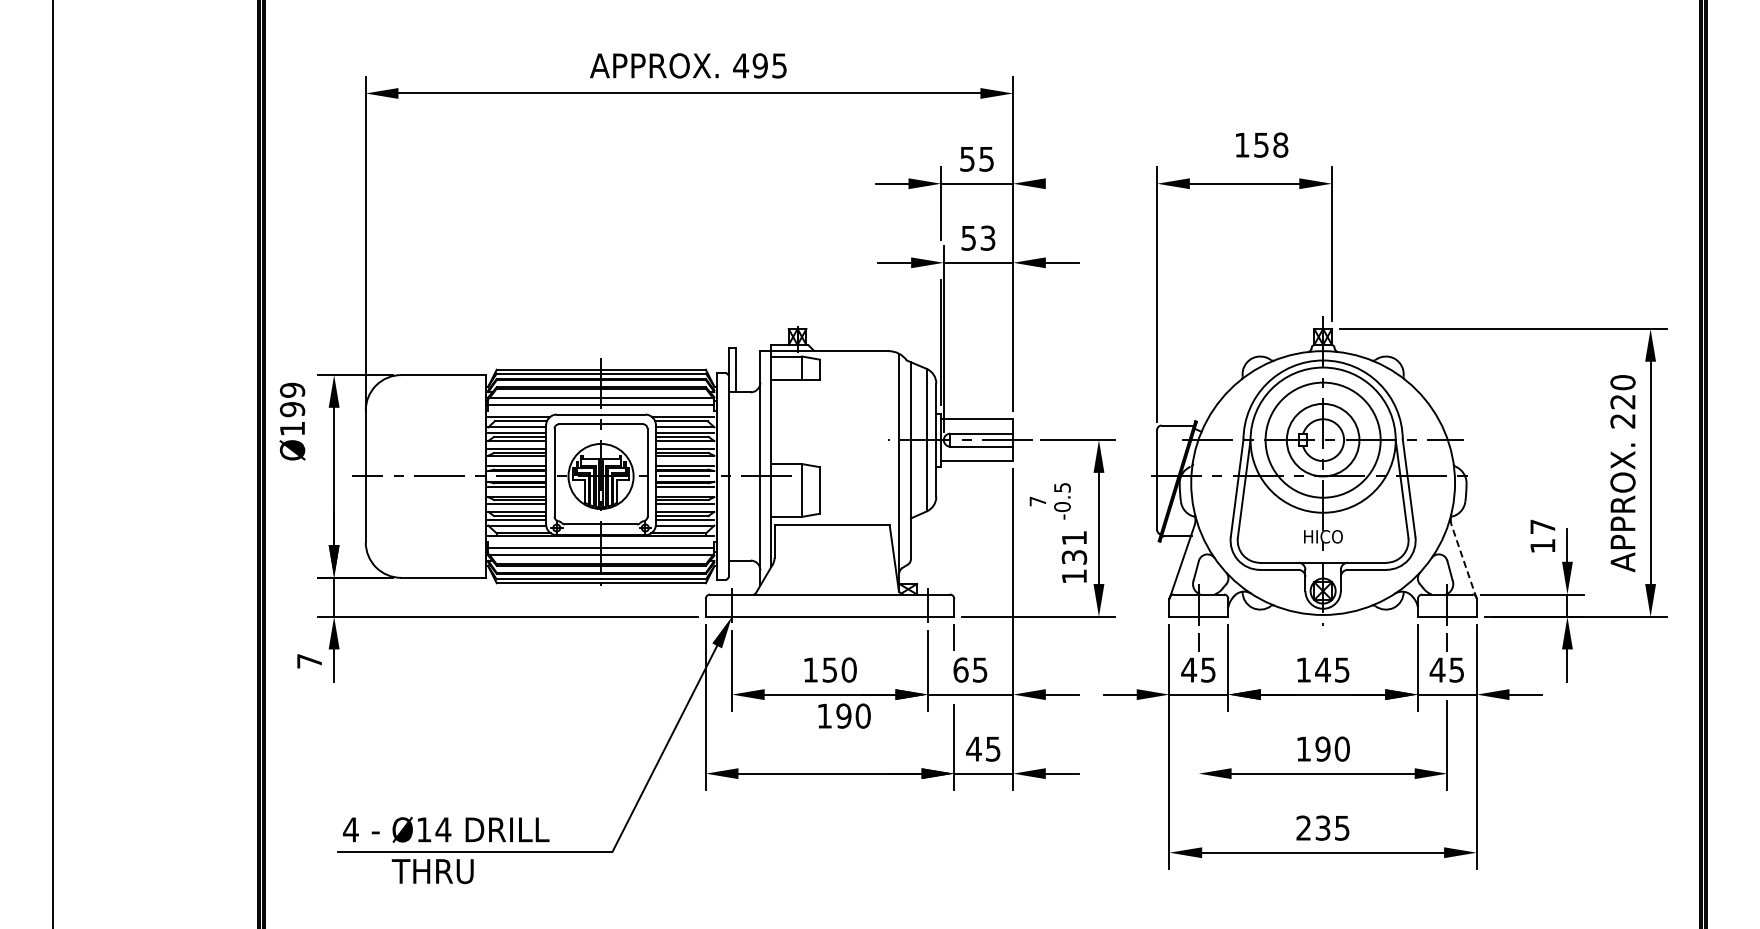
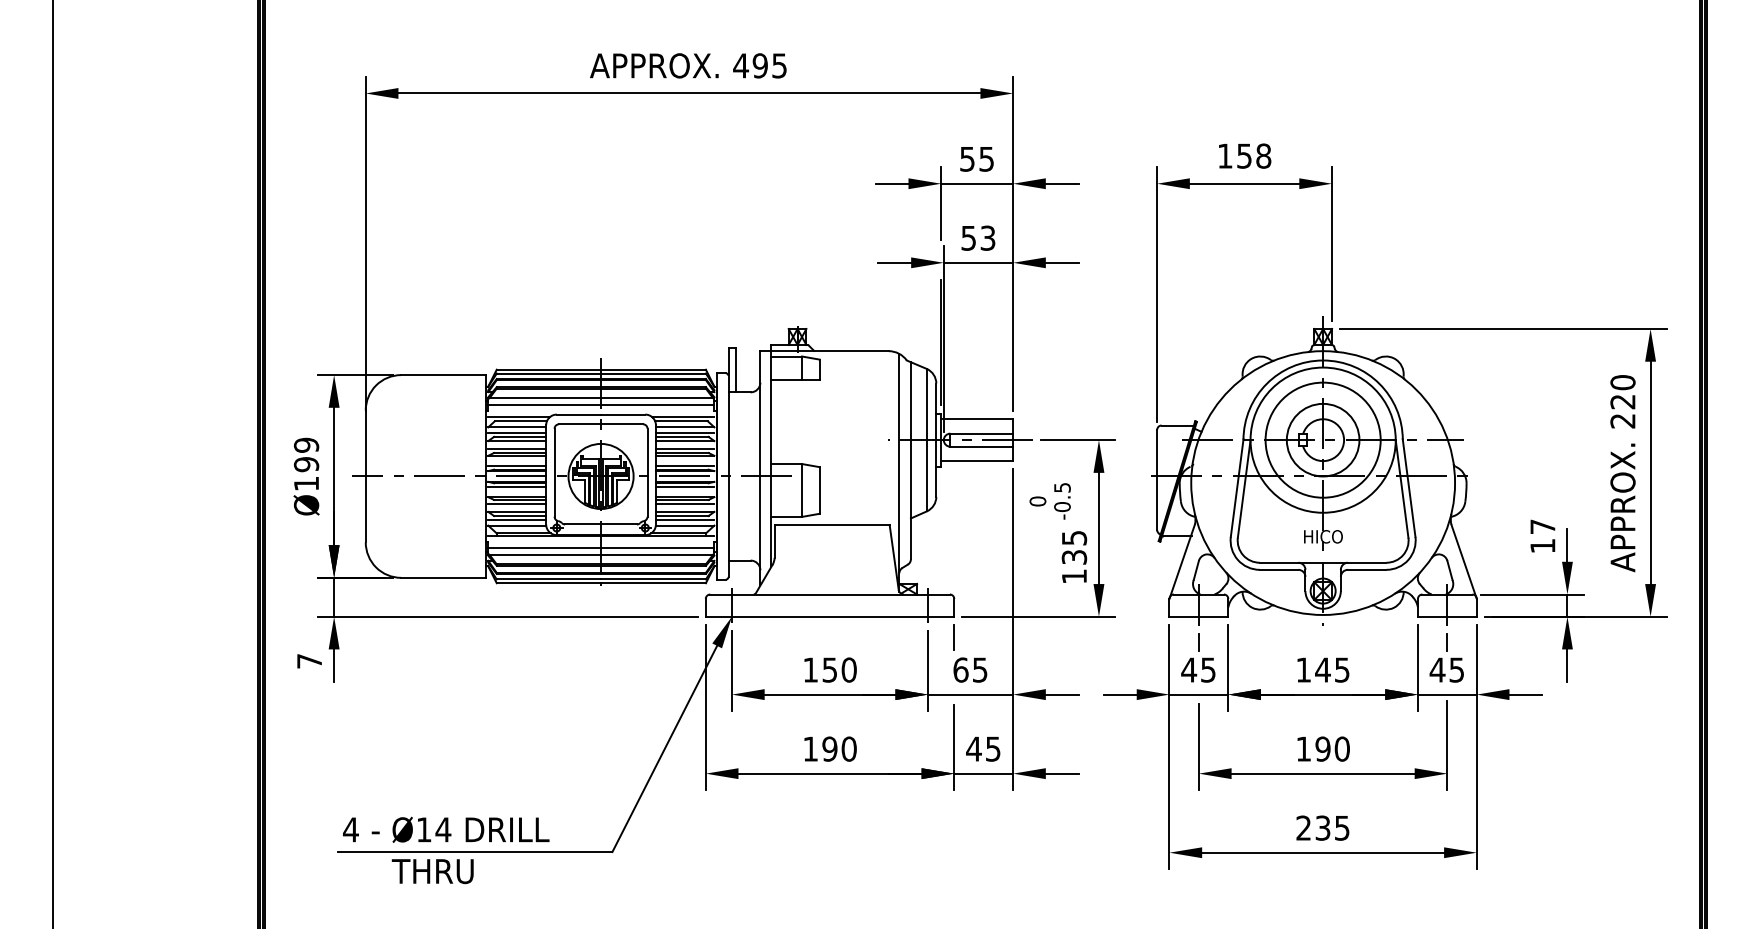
text at (1262, 144) position: (1262, 144) -> (1245, 155)
line at (1061, 183): none -> present
text at (292, 421) position: (292, 421) -> (306, 476)
text at (1037, 501): 7 -> 0
text at (1074, 538): 131 -> 135
line at (1464, 561): dashed -> solid
text at (844, 715) position: (844, 715) -> (830, 748)
line at (1198, 747): none -> present
